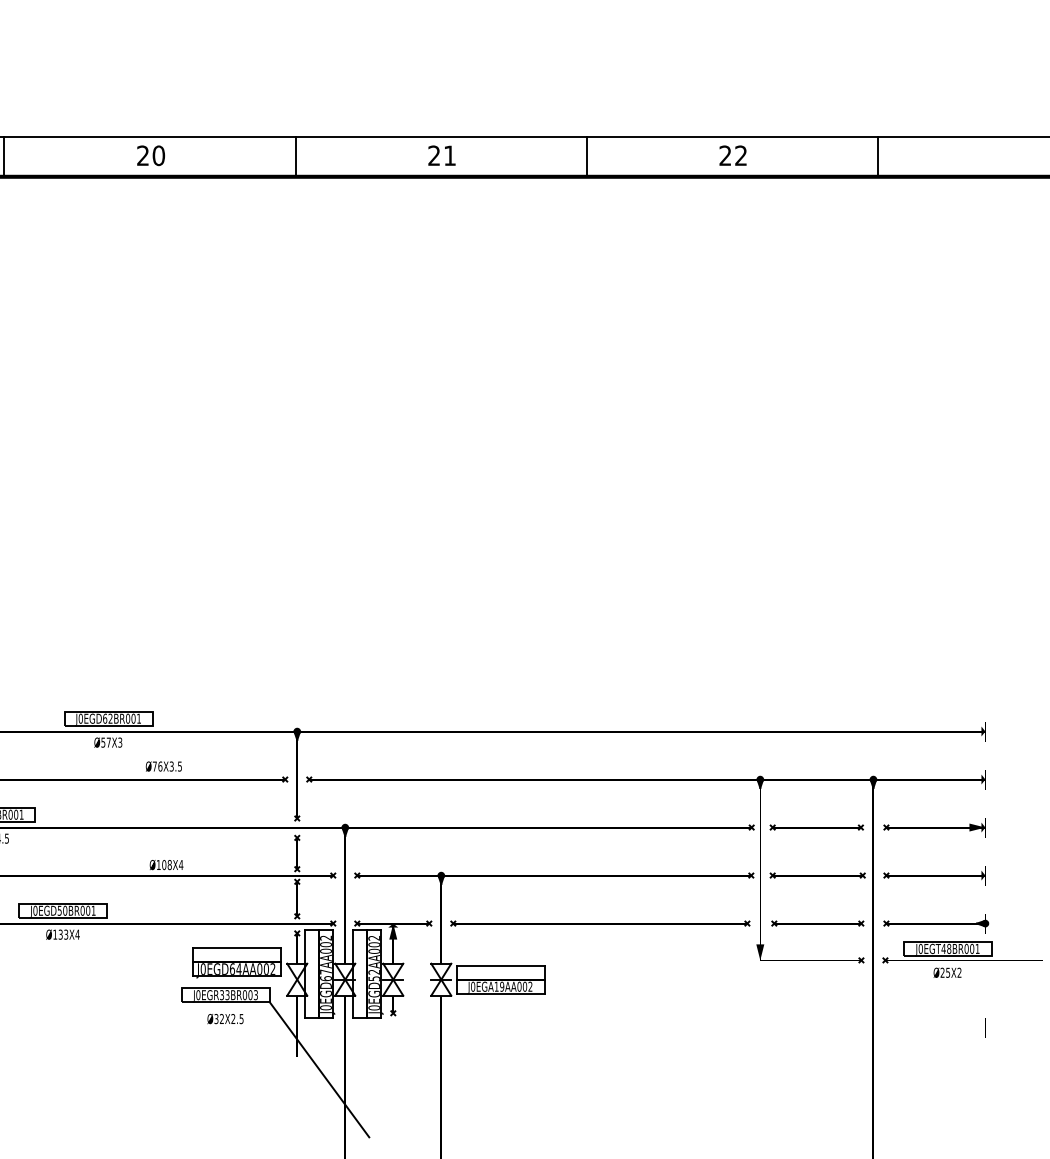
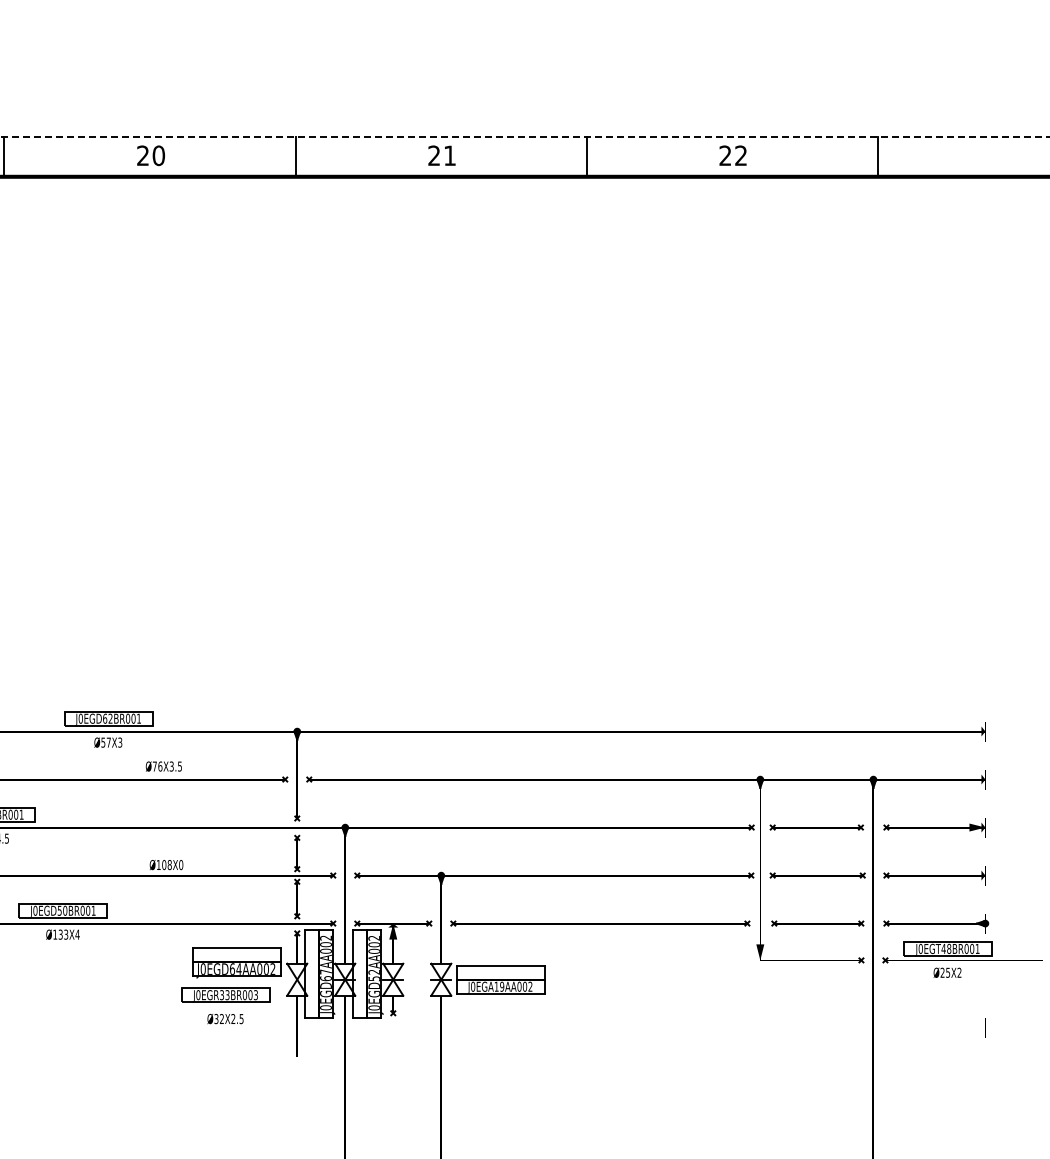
line at (524, 136): solid -> dashed
text at (181, 865): Ø108X4 -> Ø108X0
line at (319, 1069): present -> none
